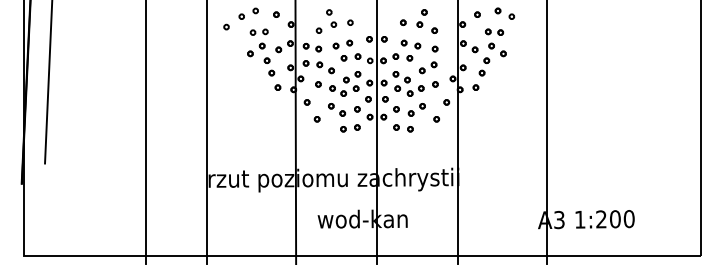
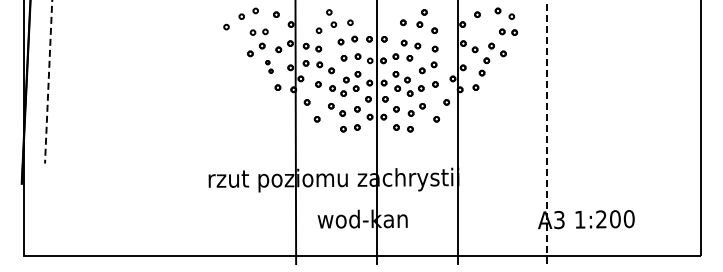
part at (494, 31) position: (494, 31) -> (508, 31)
part at (342, 44) position: (342, 44) -> (347, 40)
part at (269, 66) size: 13x20 px -> 9x14 px
line at (48, 82): solid -> dashed
line at (546, 131): solid -> dashed
line at (145, 132): present -> none
line at (207, 132): present -> none
